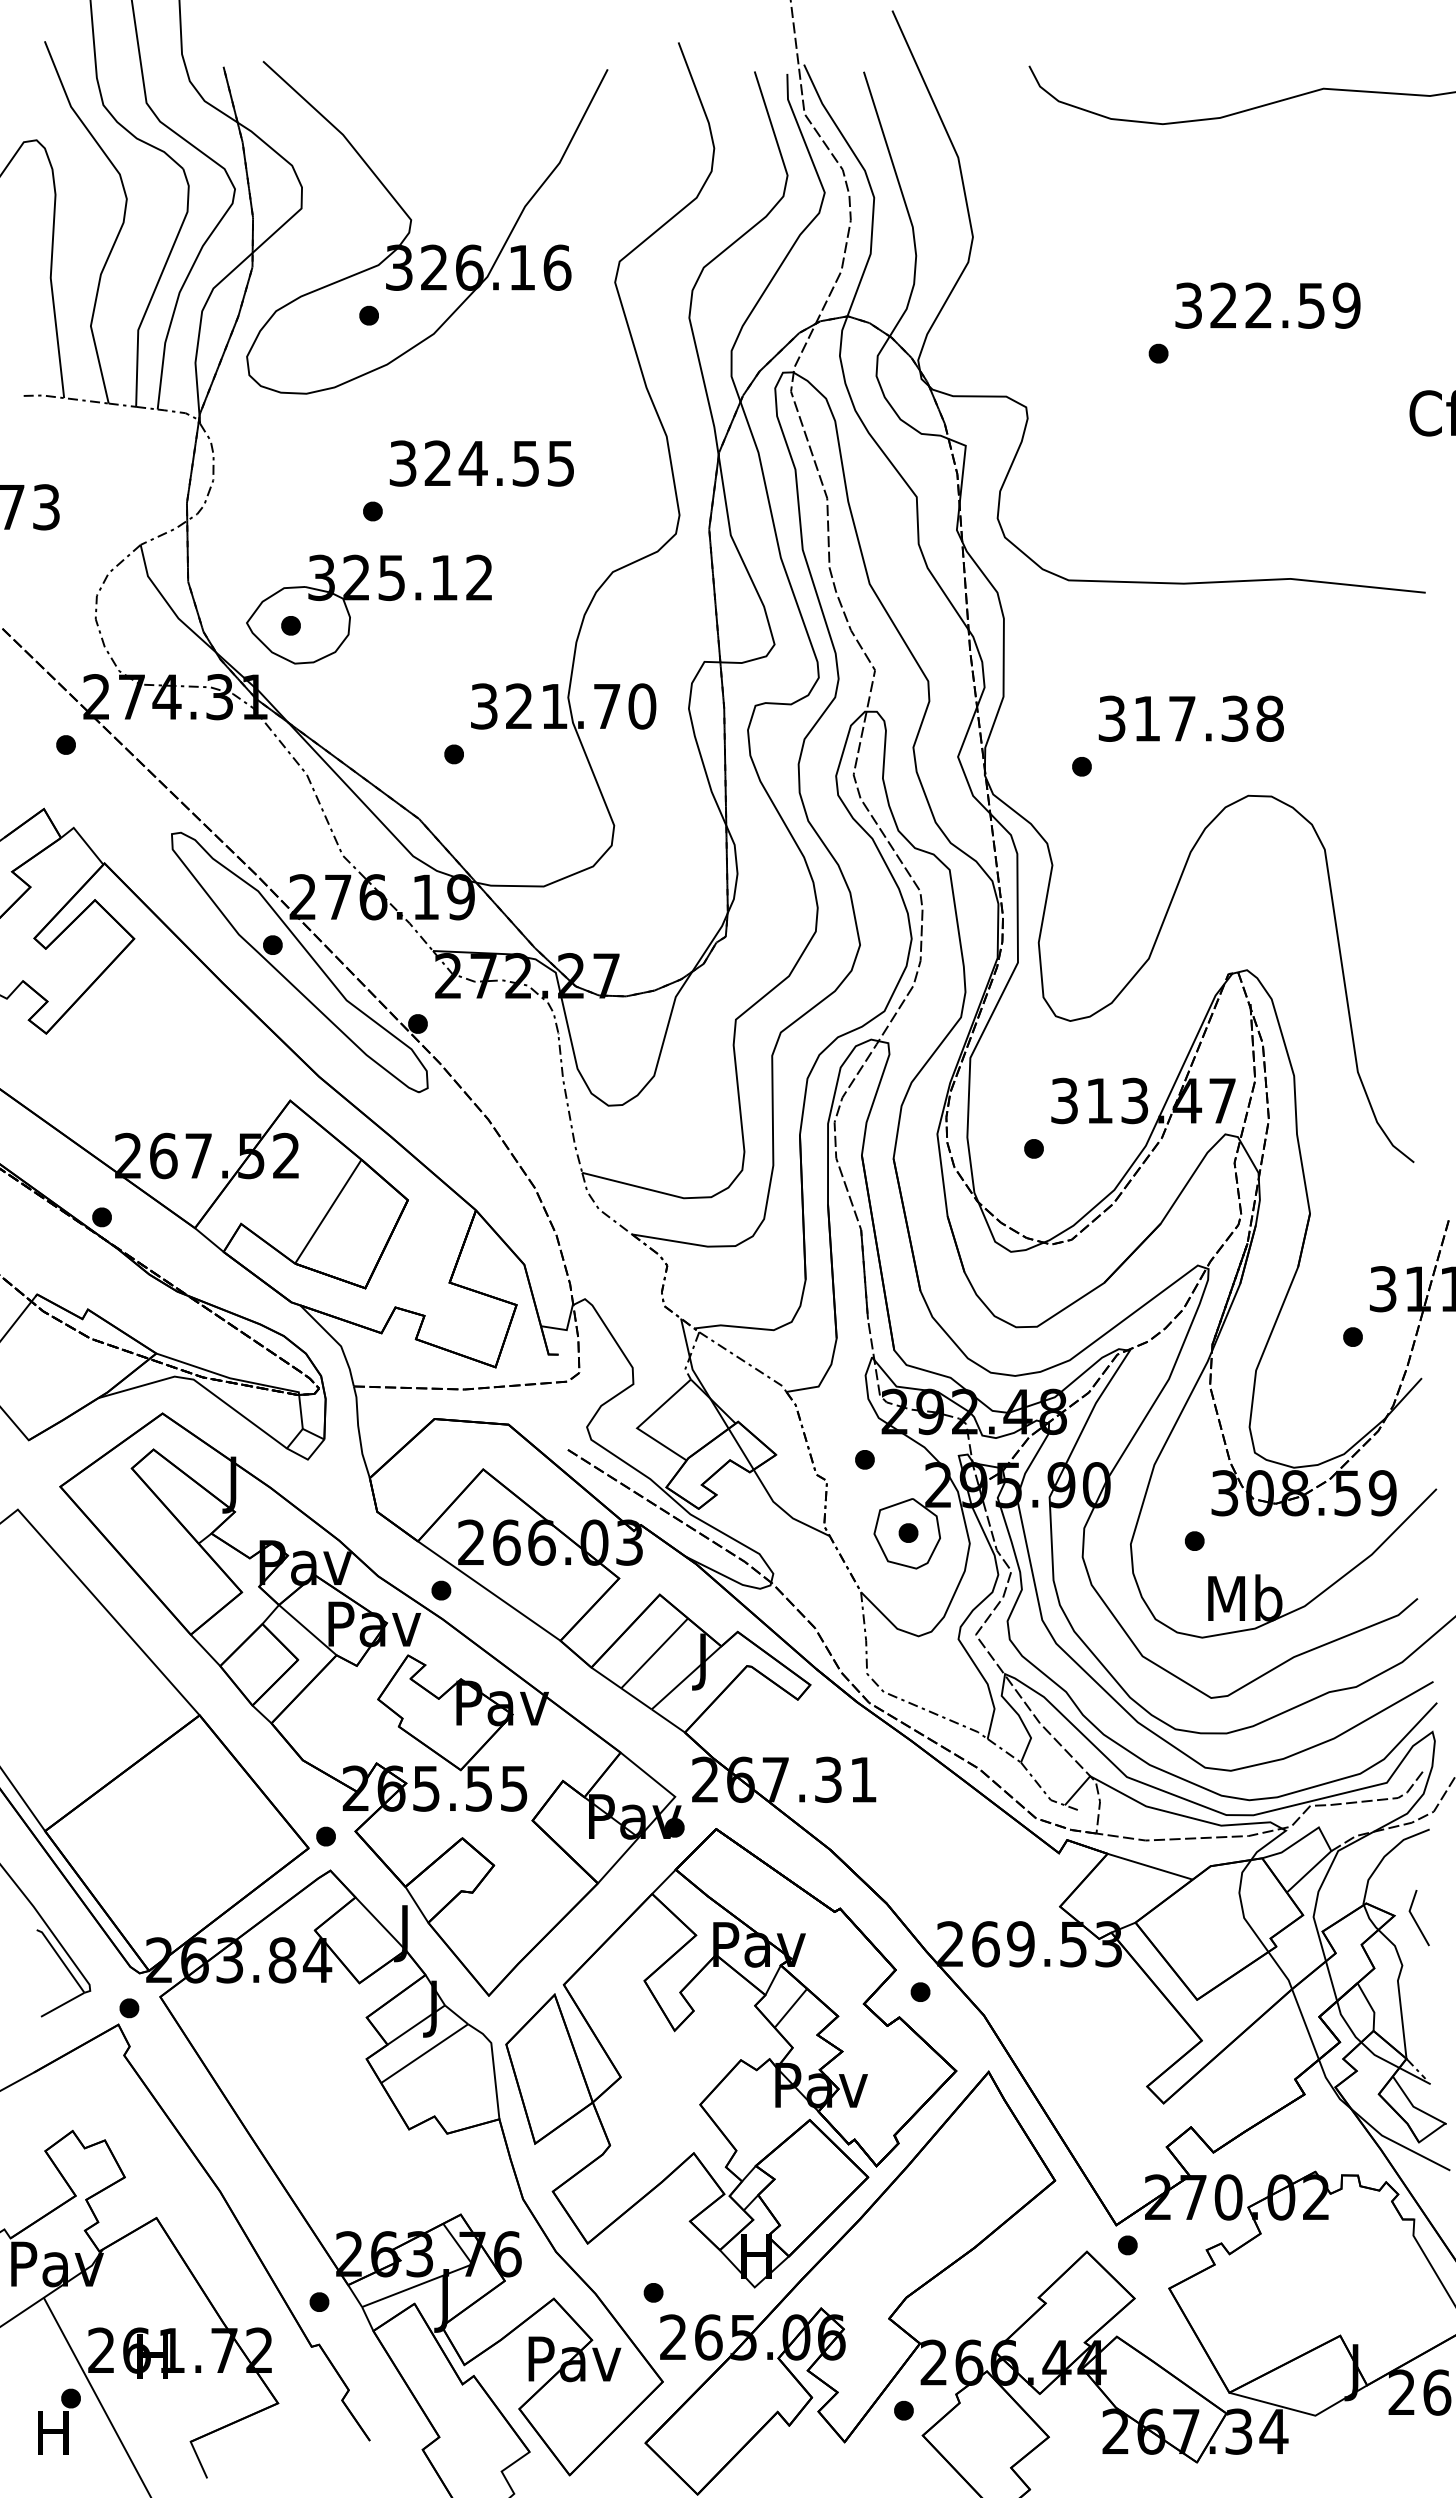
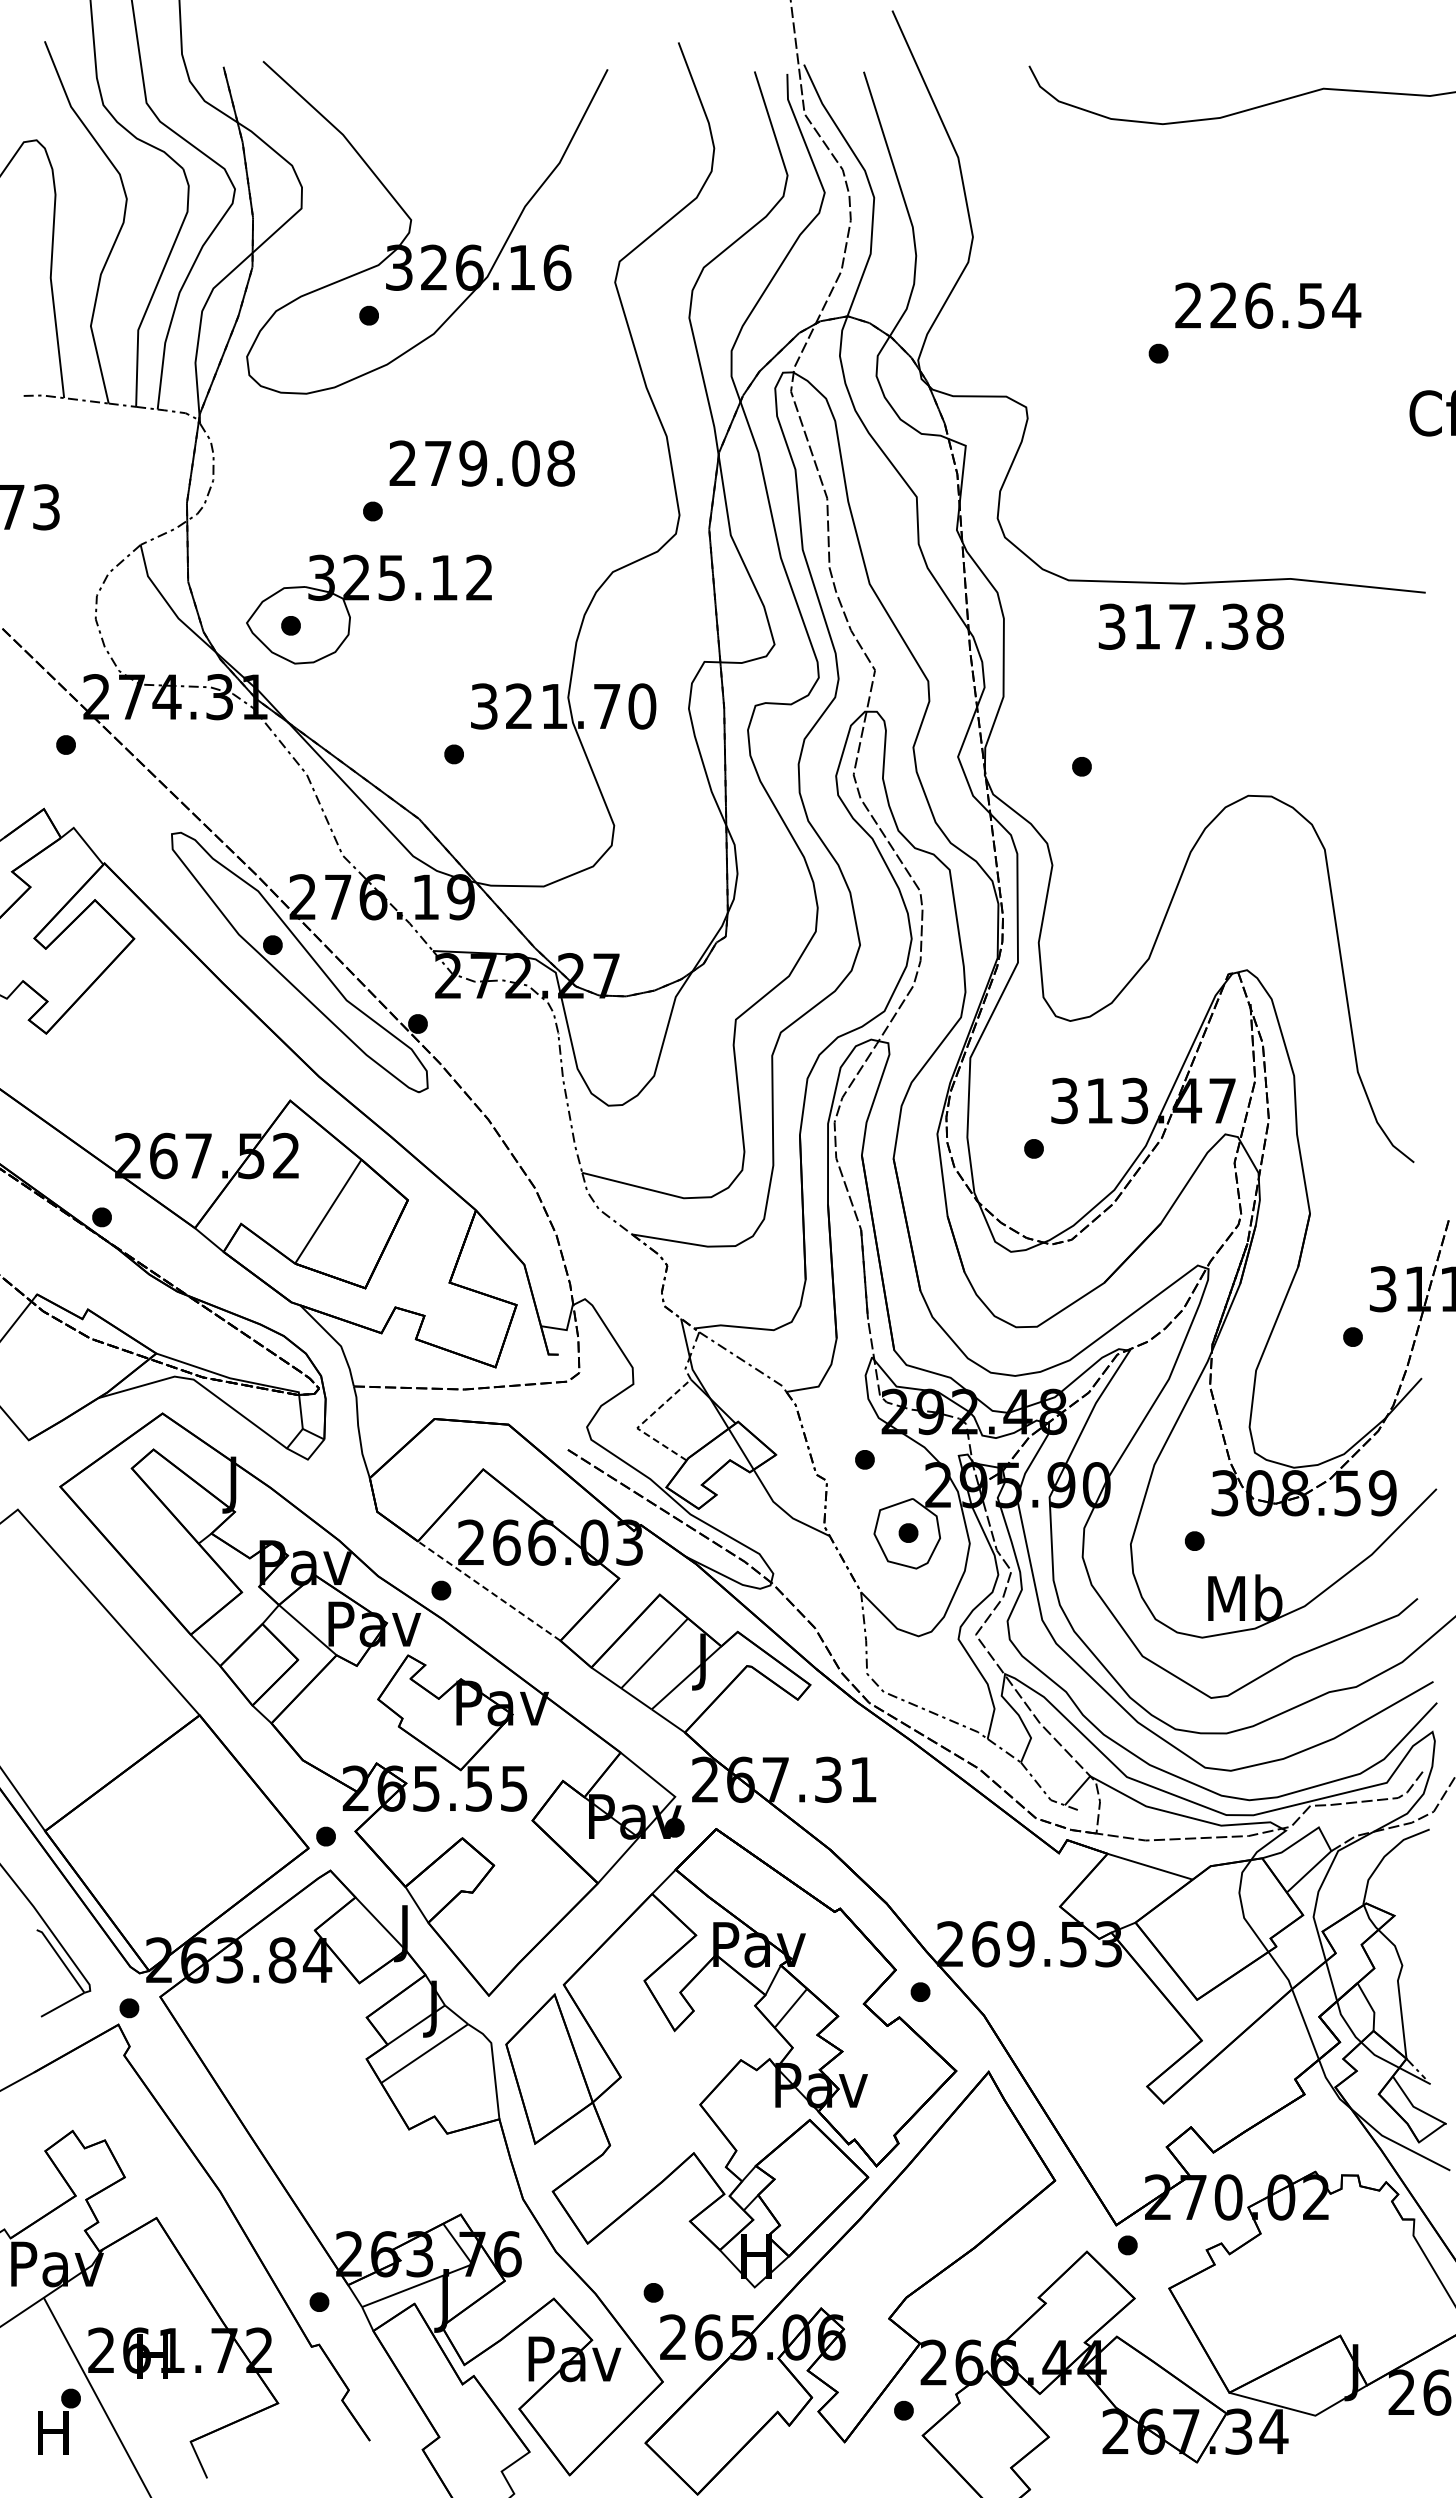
text at (1268, 305): 322.59 -> 226.54
text at (481, 463): 324.55 -> 279.08
text at (1190, 718) position: (1190, 718) -> (1190, 626)
line at (641, 1424): solid -> dashed
line at (489, 1591): solid -> dashed
line at (1415, 1919): present -> none
